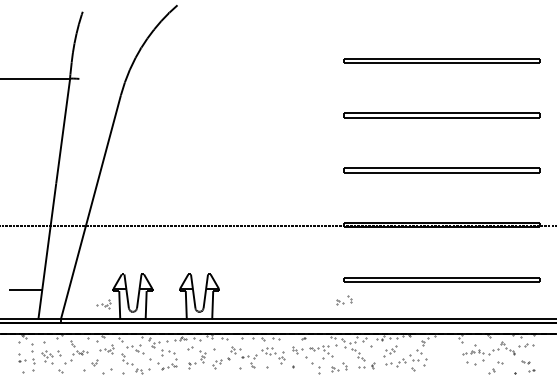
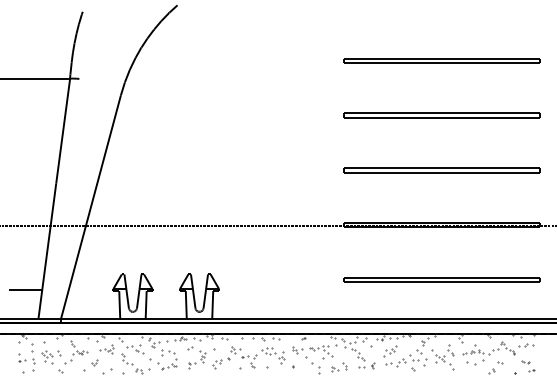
part at (344, 300): present -> none
part at (103, 304): present -> none
part at (442, 357): none -> present
